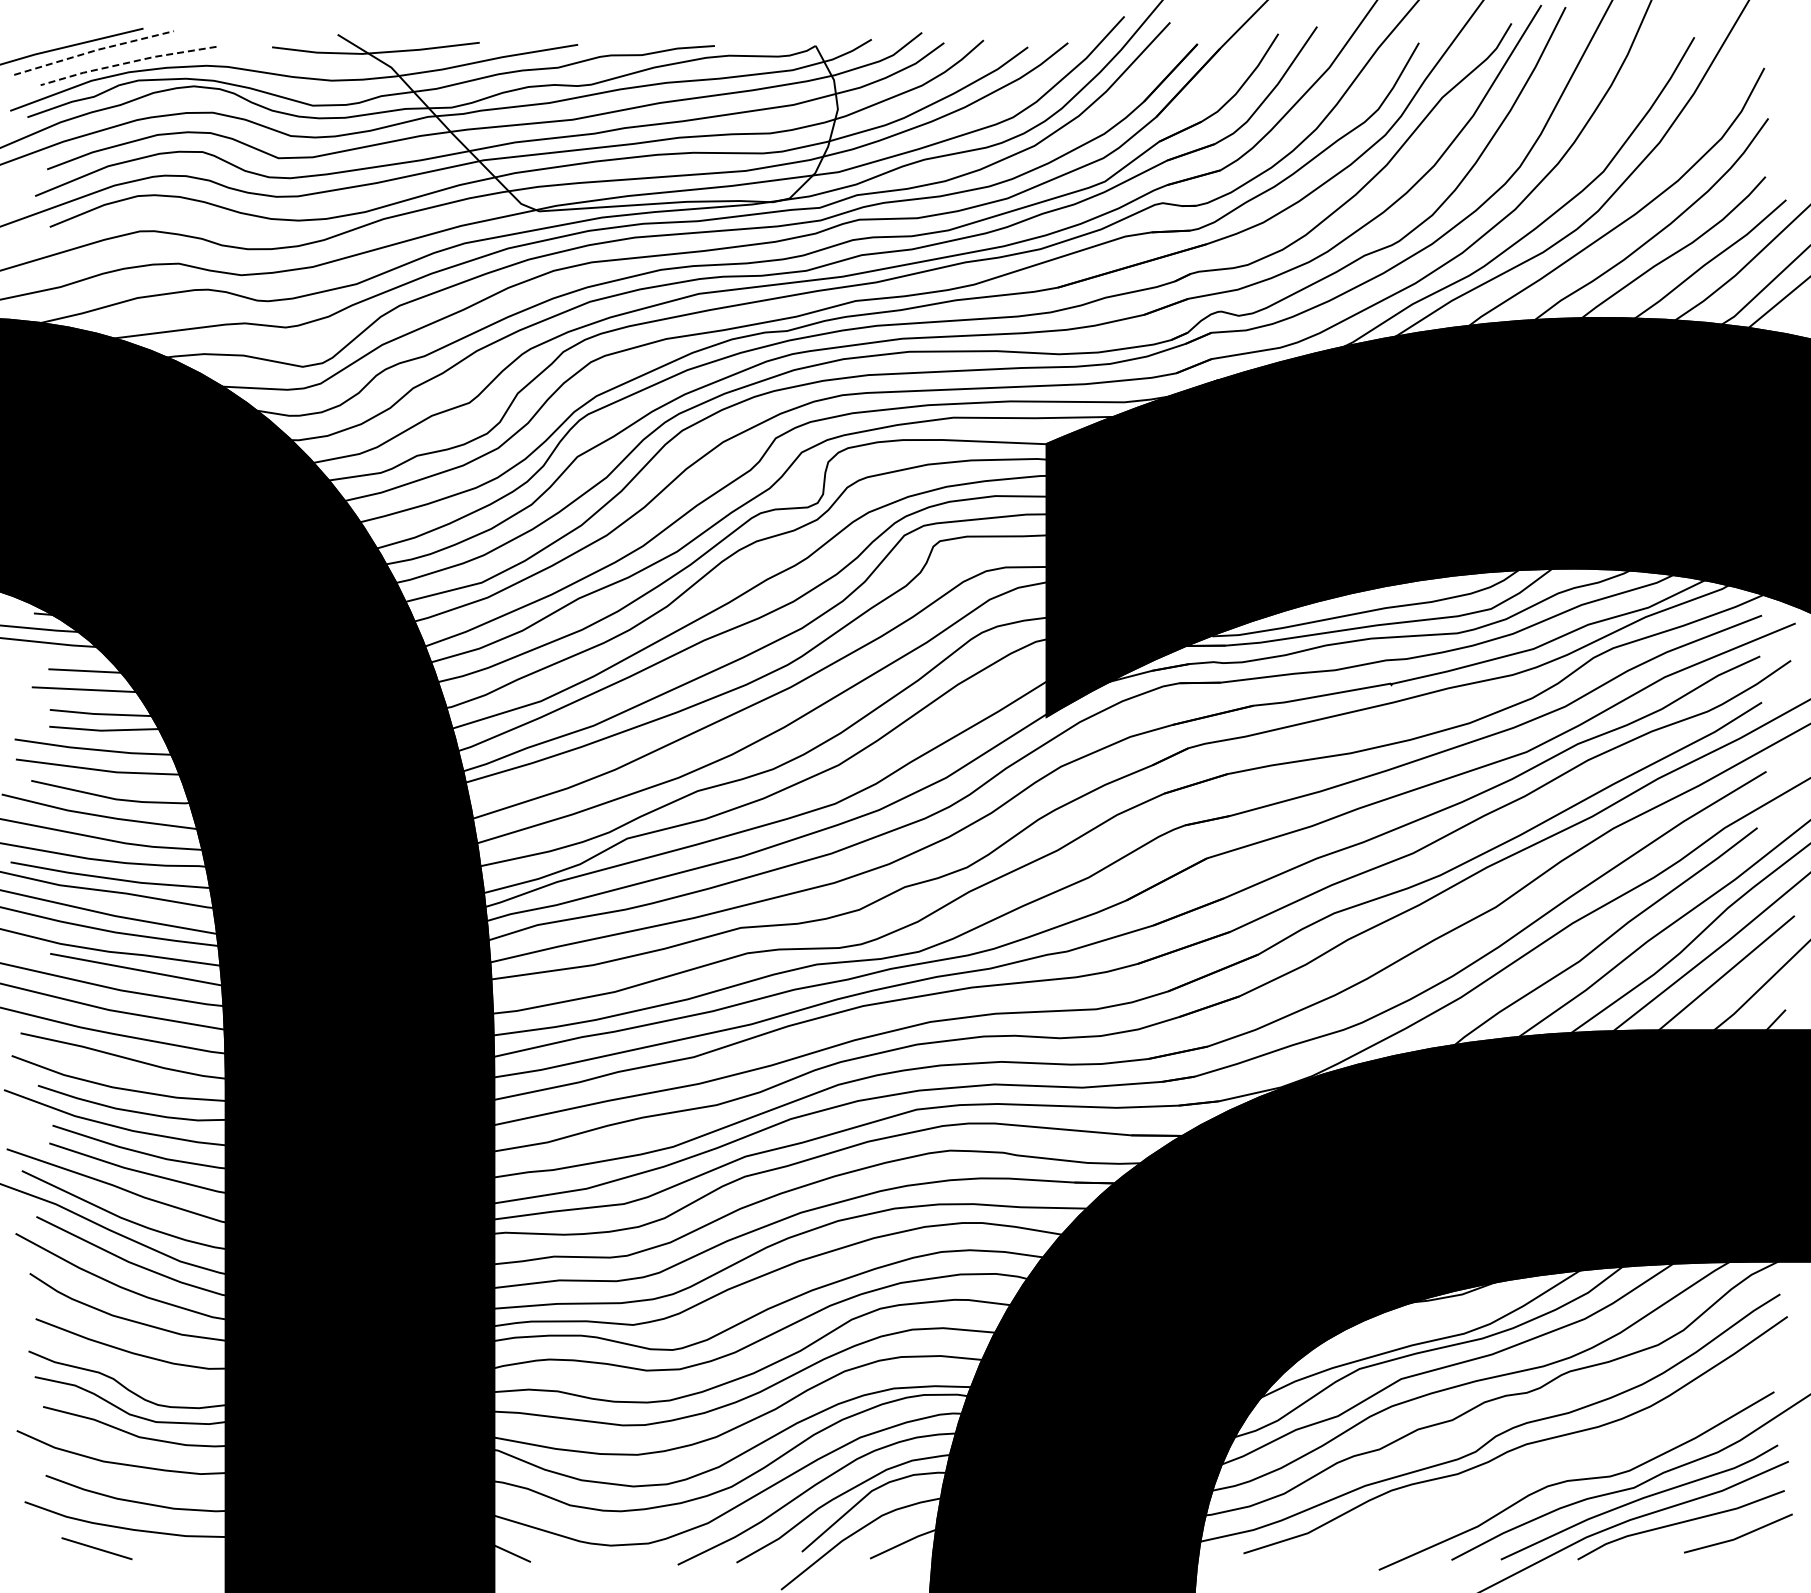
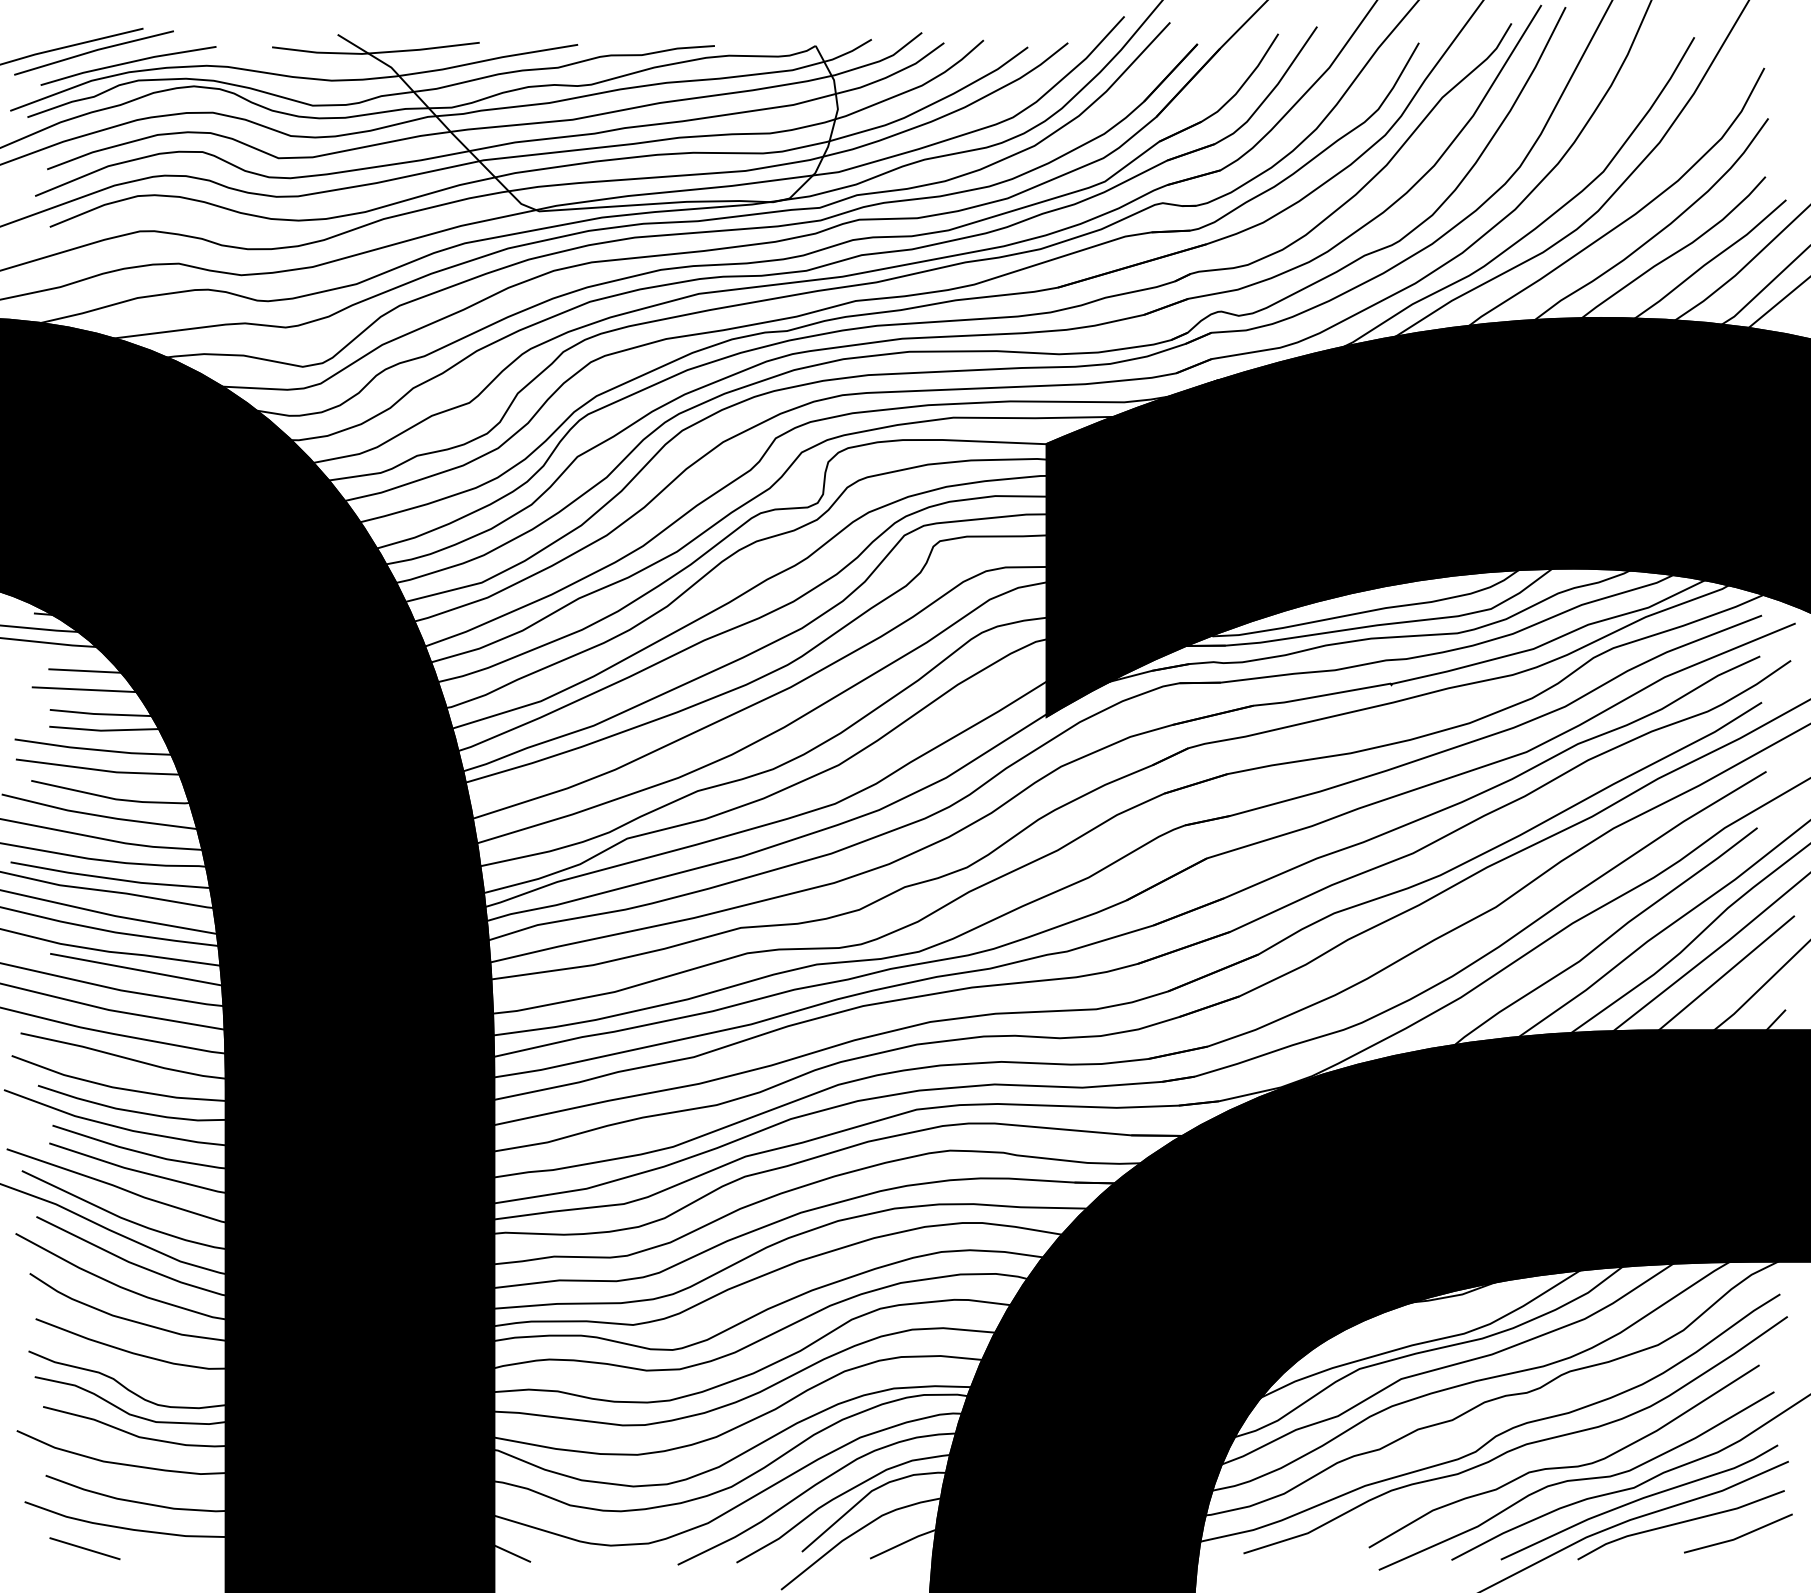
line at (94, 50): dashed -> solid
line at (127, 63): dashed -> solid
curve at (1563, 1466): none -> present
line at (96, 1548) position: (96, 1548) -> (84, 1548)
